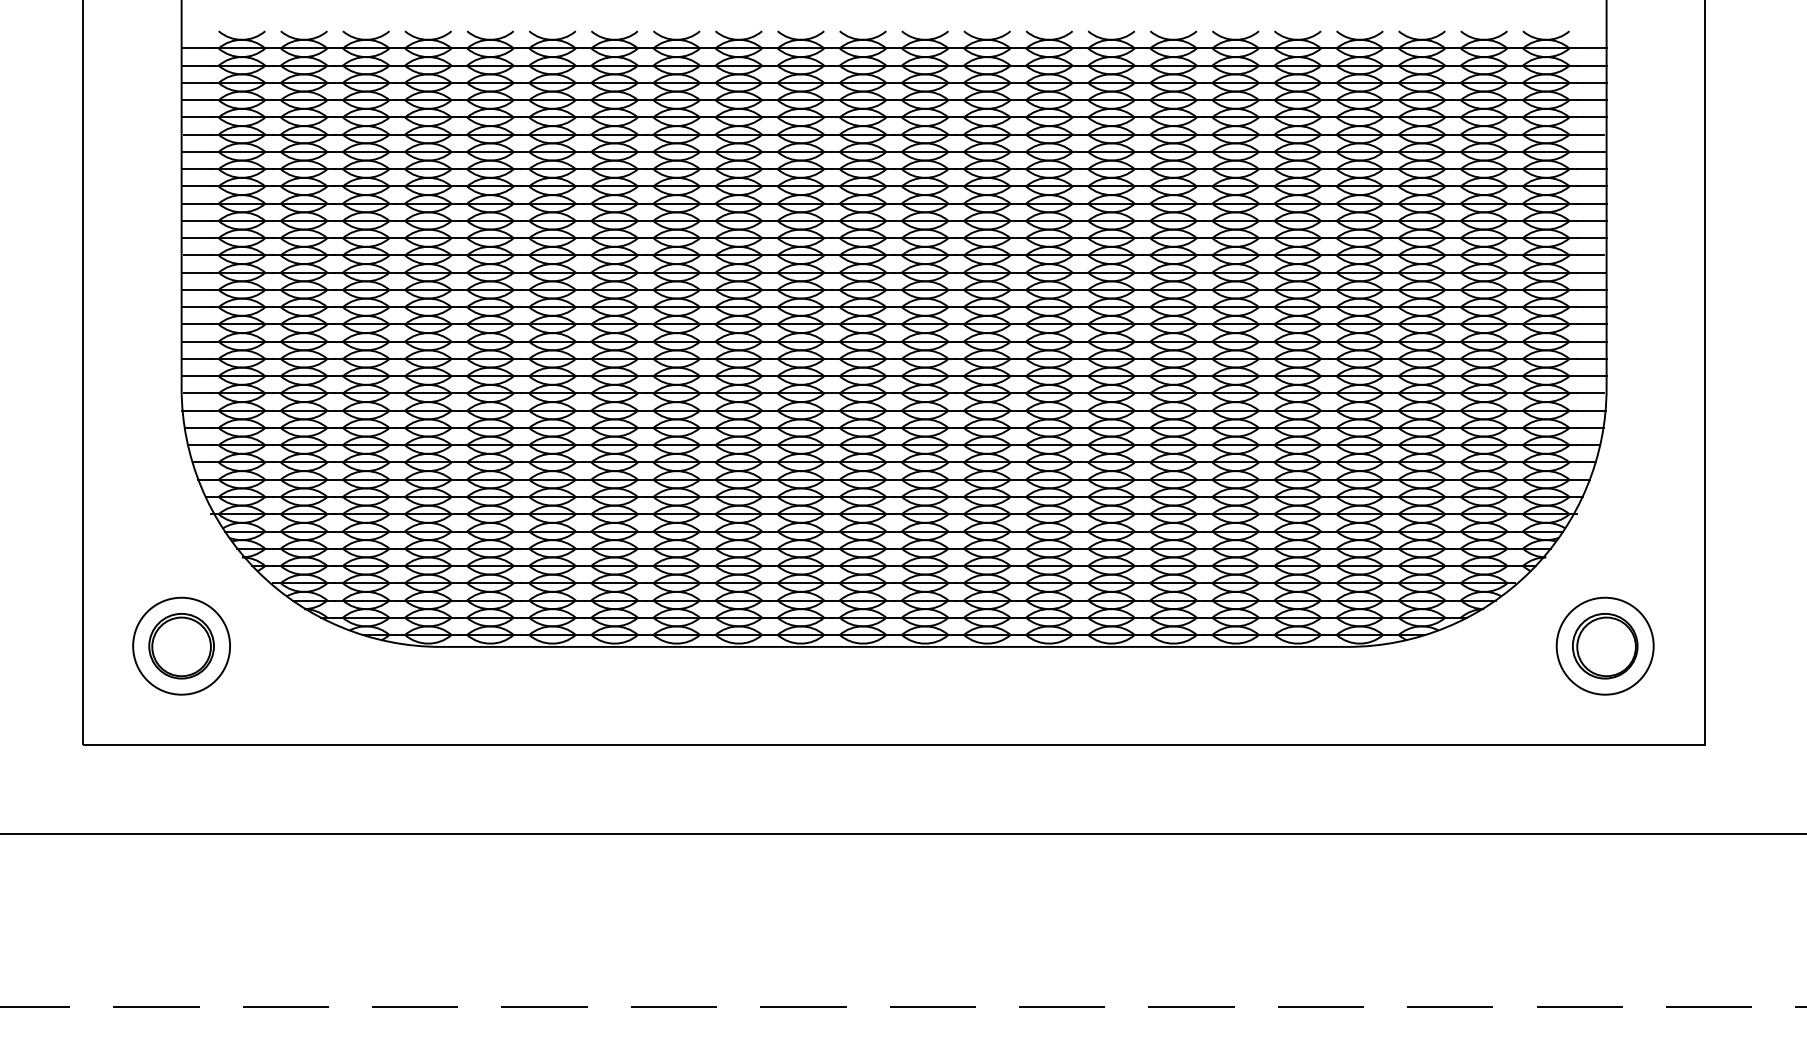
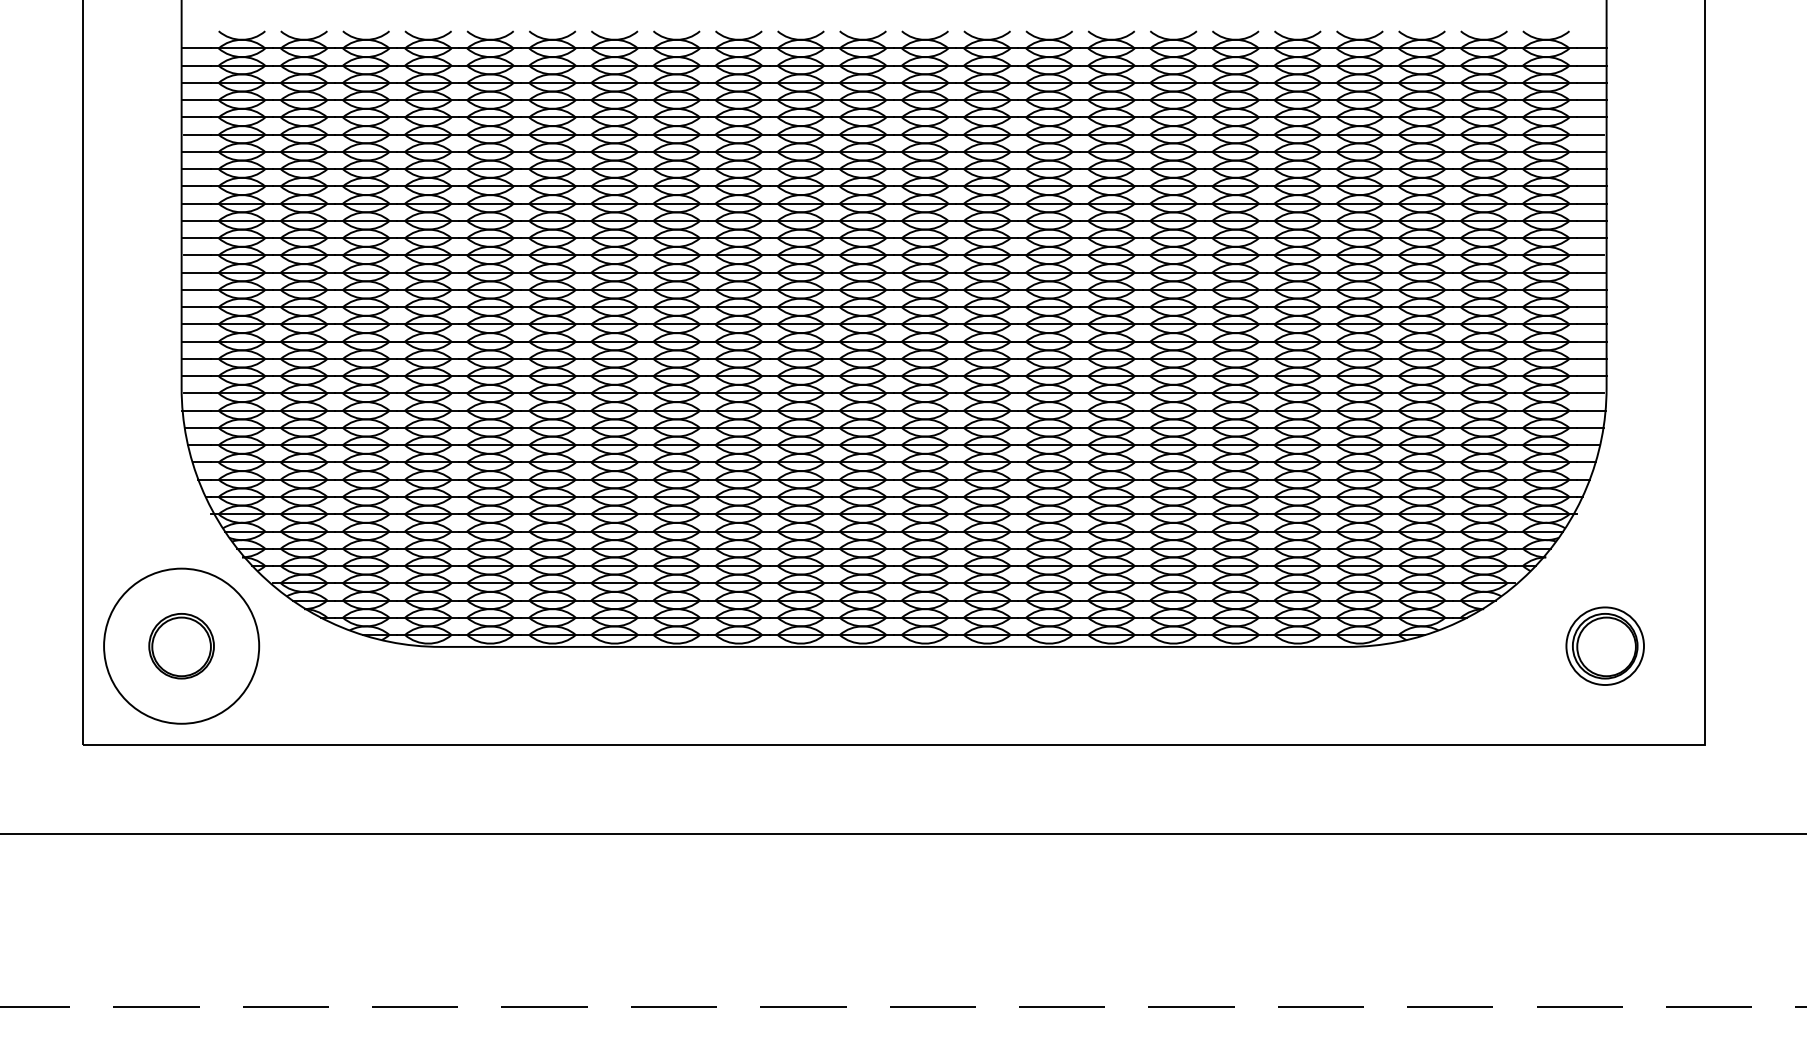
circle at (181, 645) diameter: 97 px -> 155 px
circle at (1604, 645) diameter: 97 px -> 78 px
